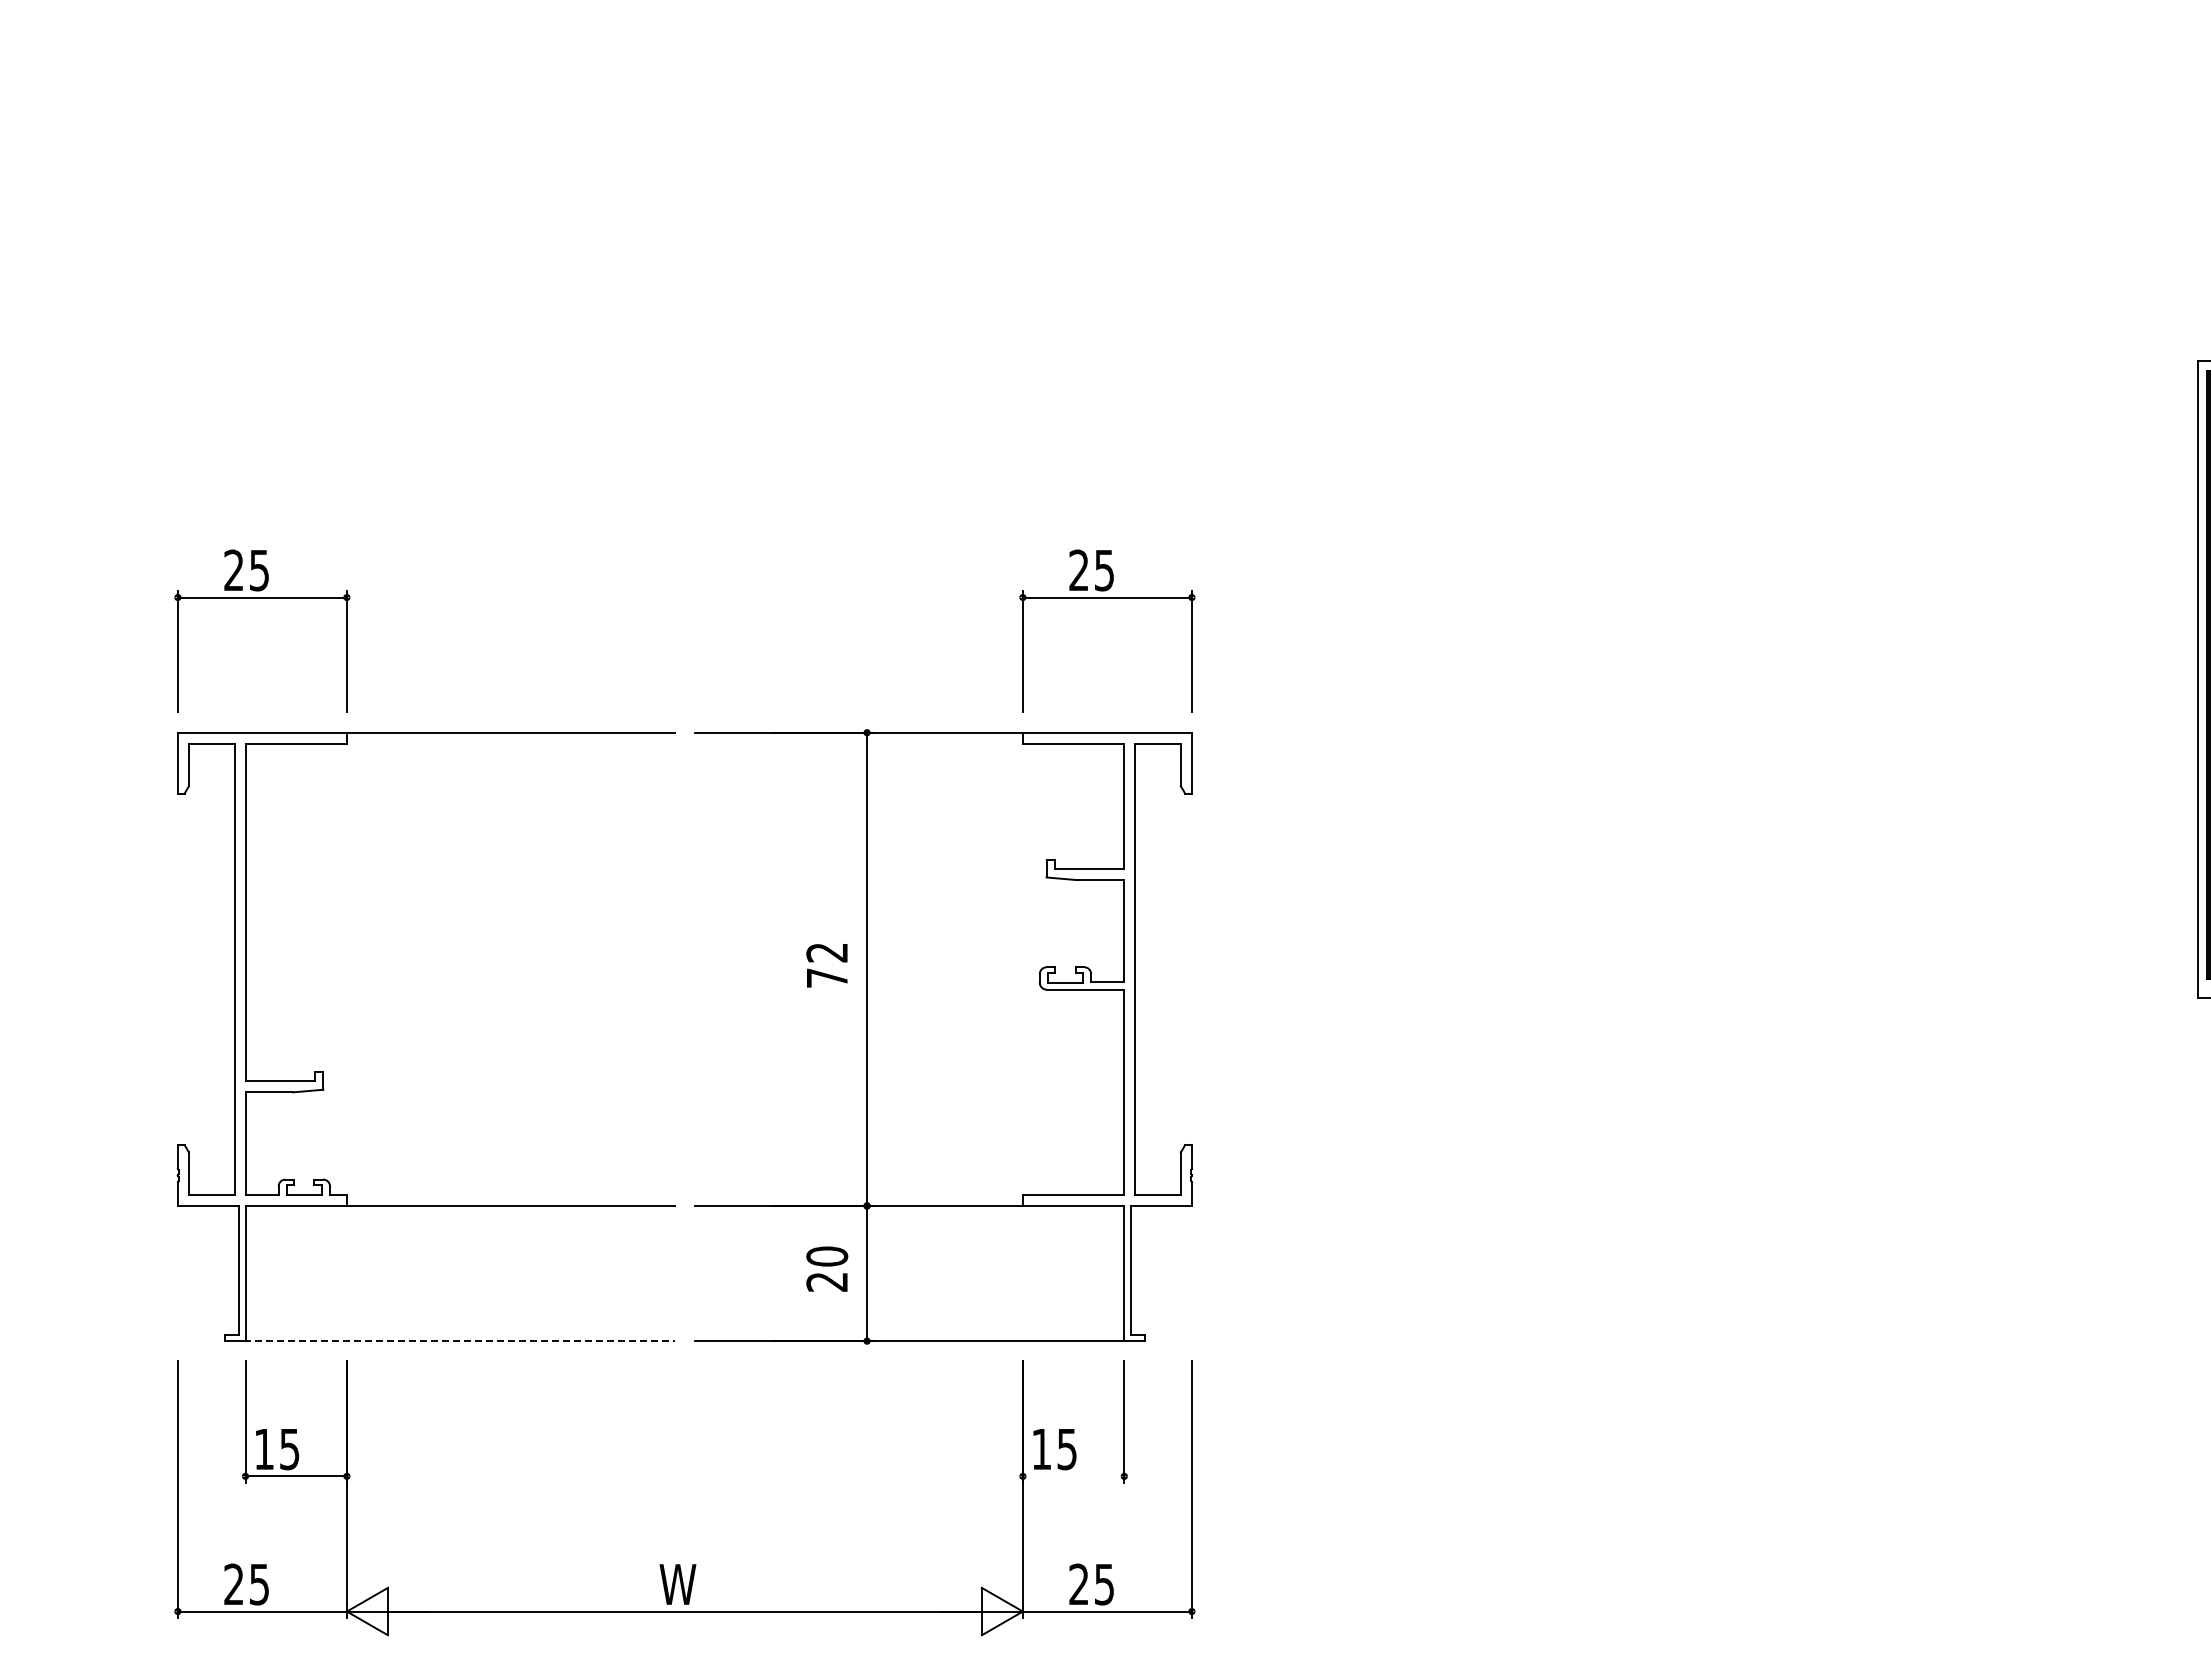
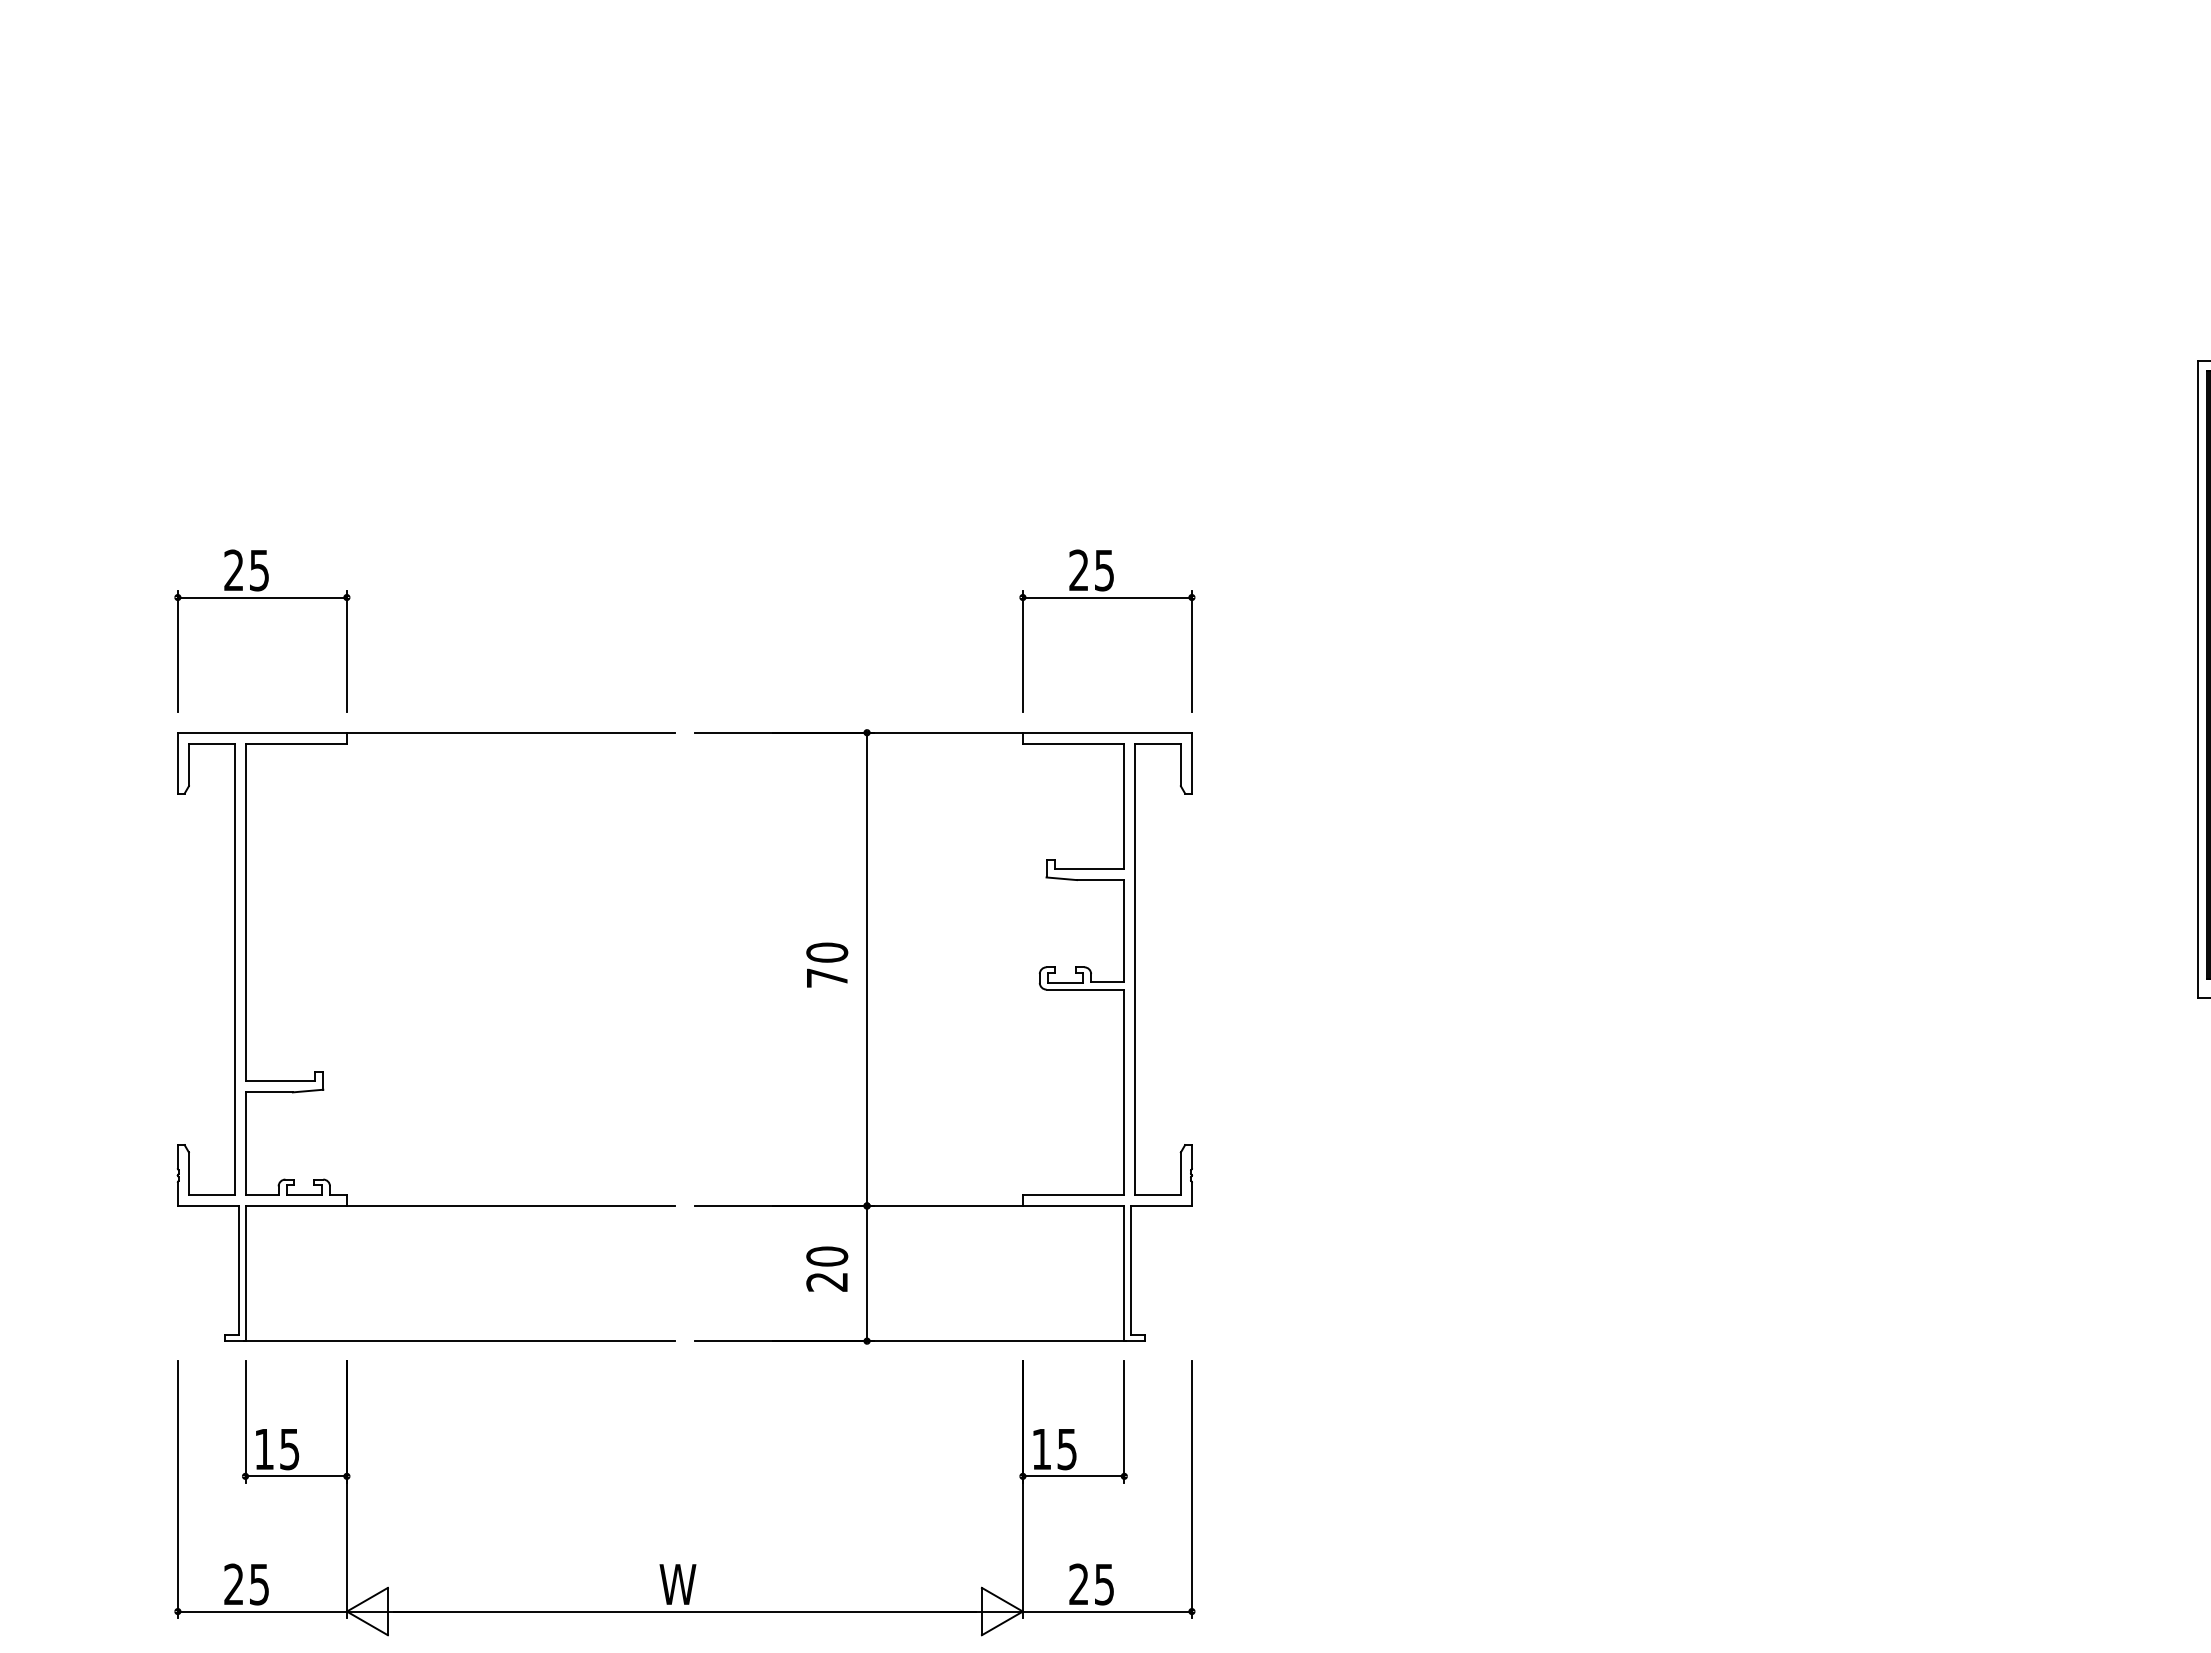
text at (827, 952): 72 -> 70
line at (459, 1341): dashed -> solid
line at (1073, 1476): none -> present
